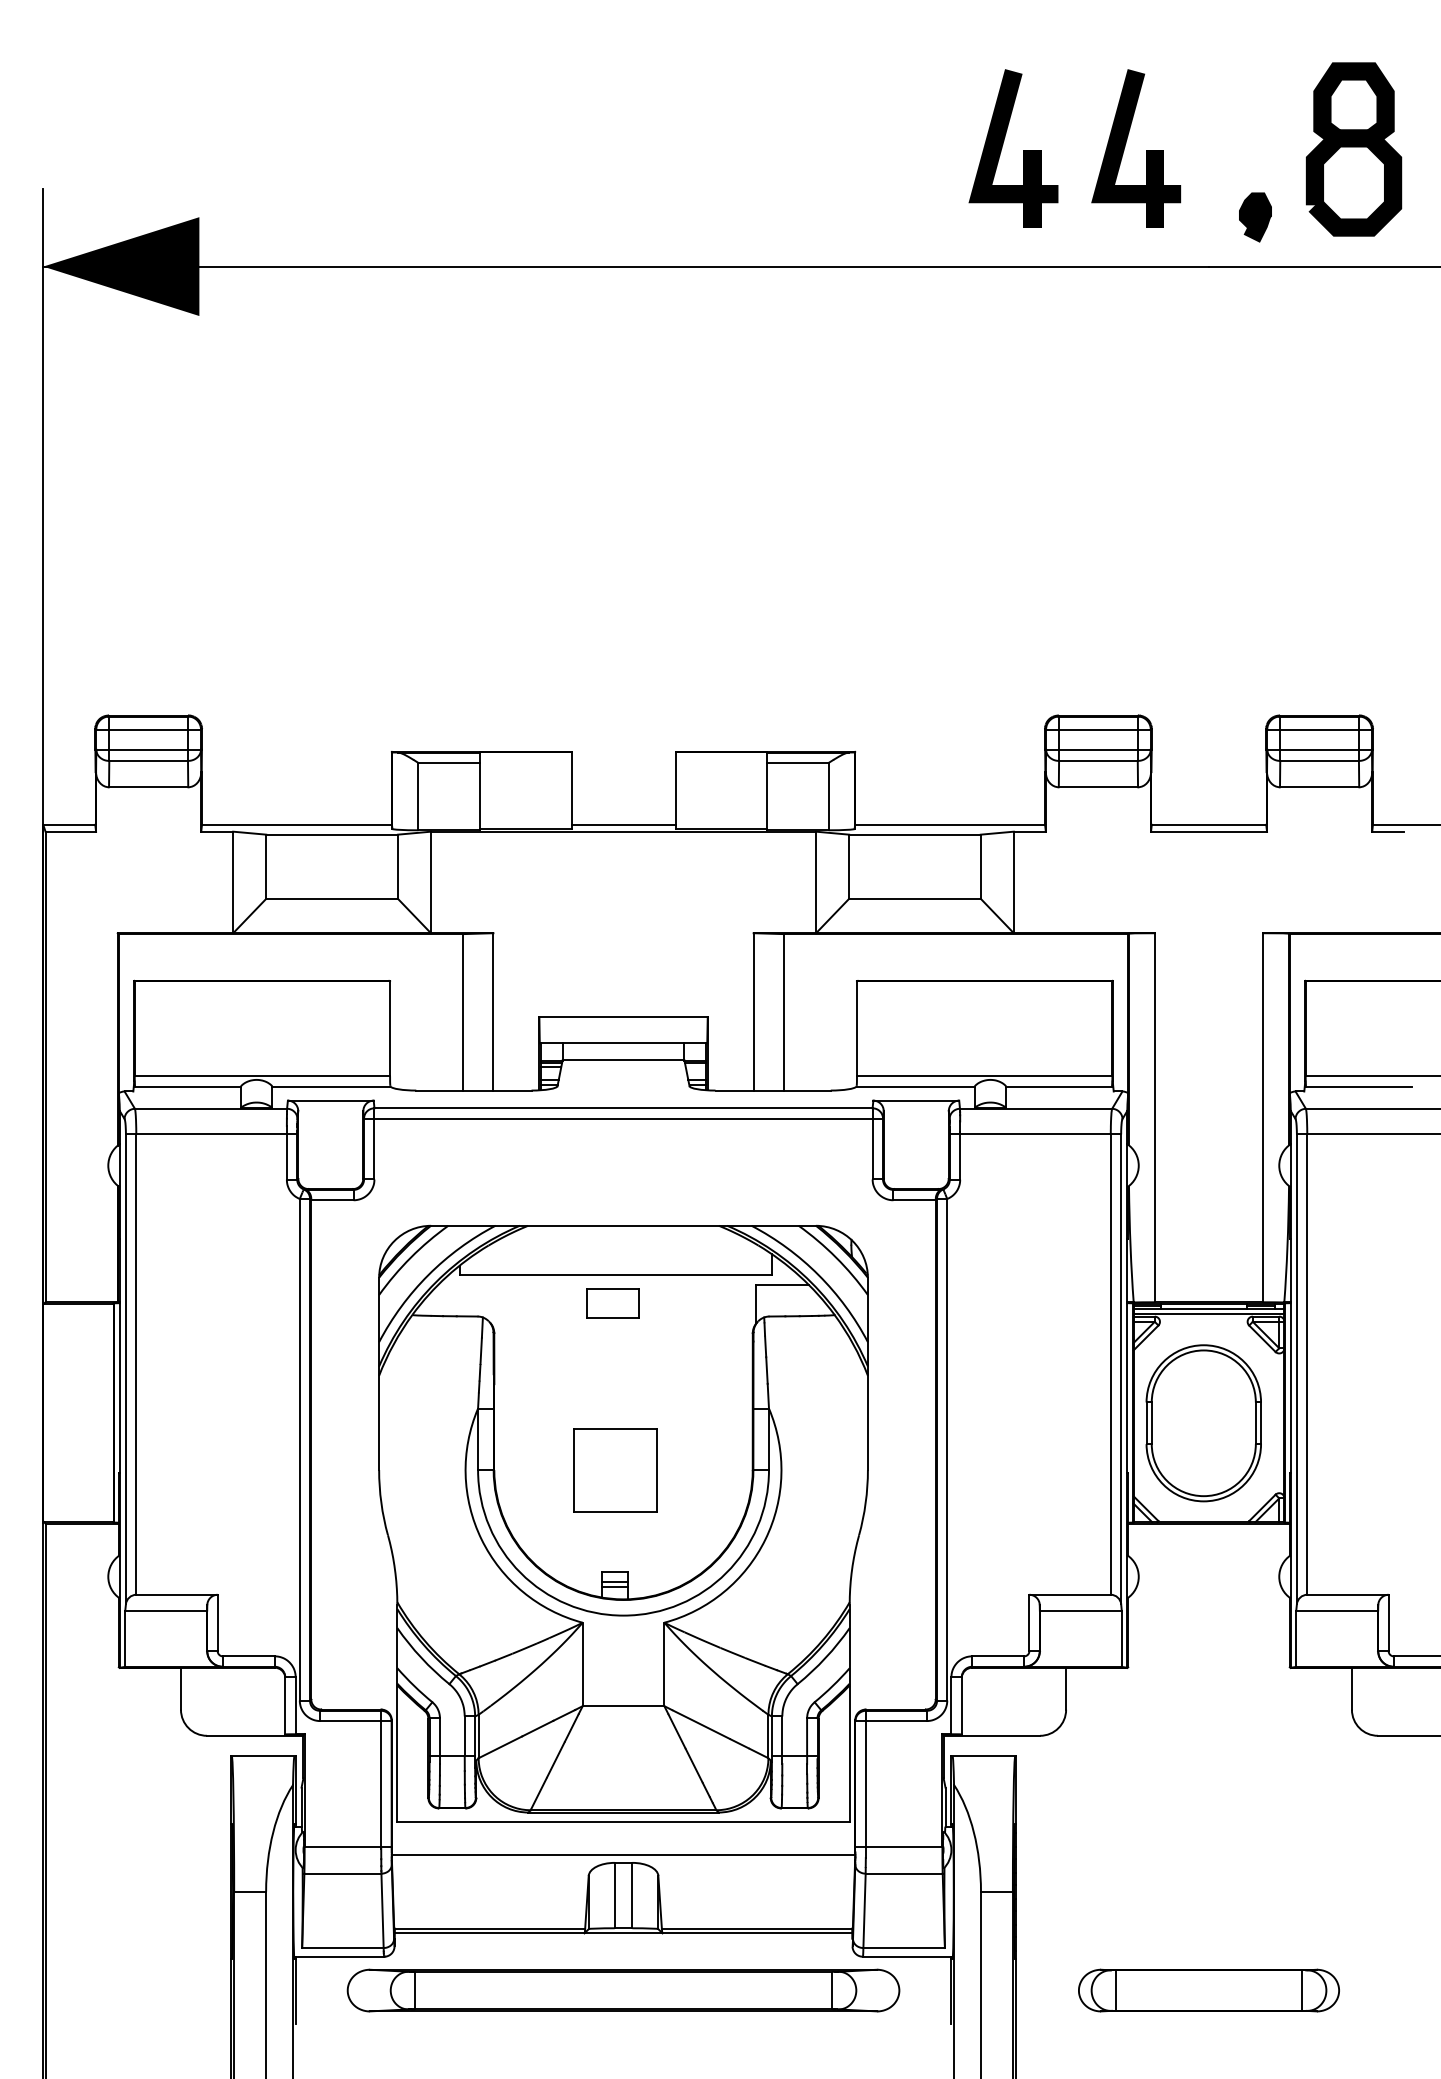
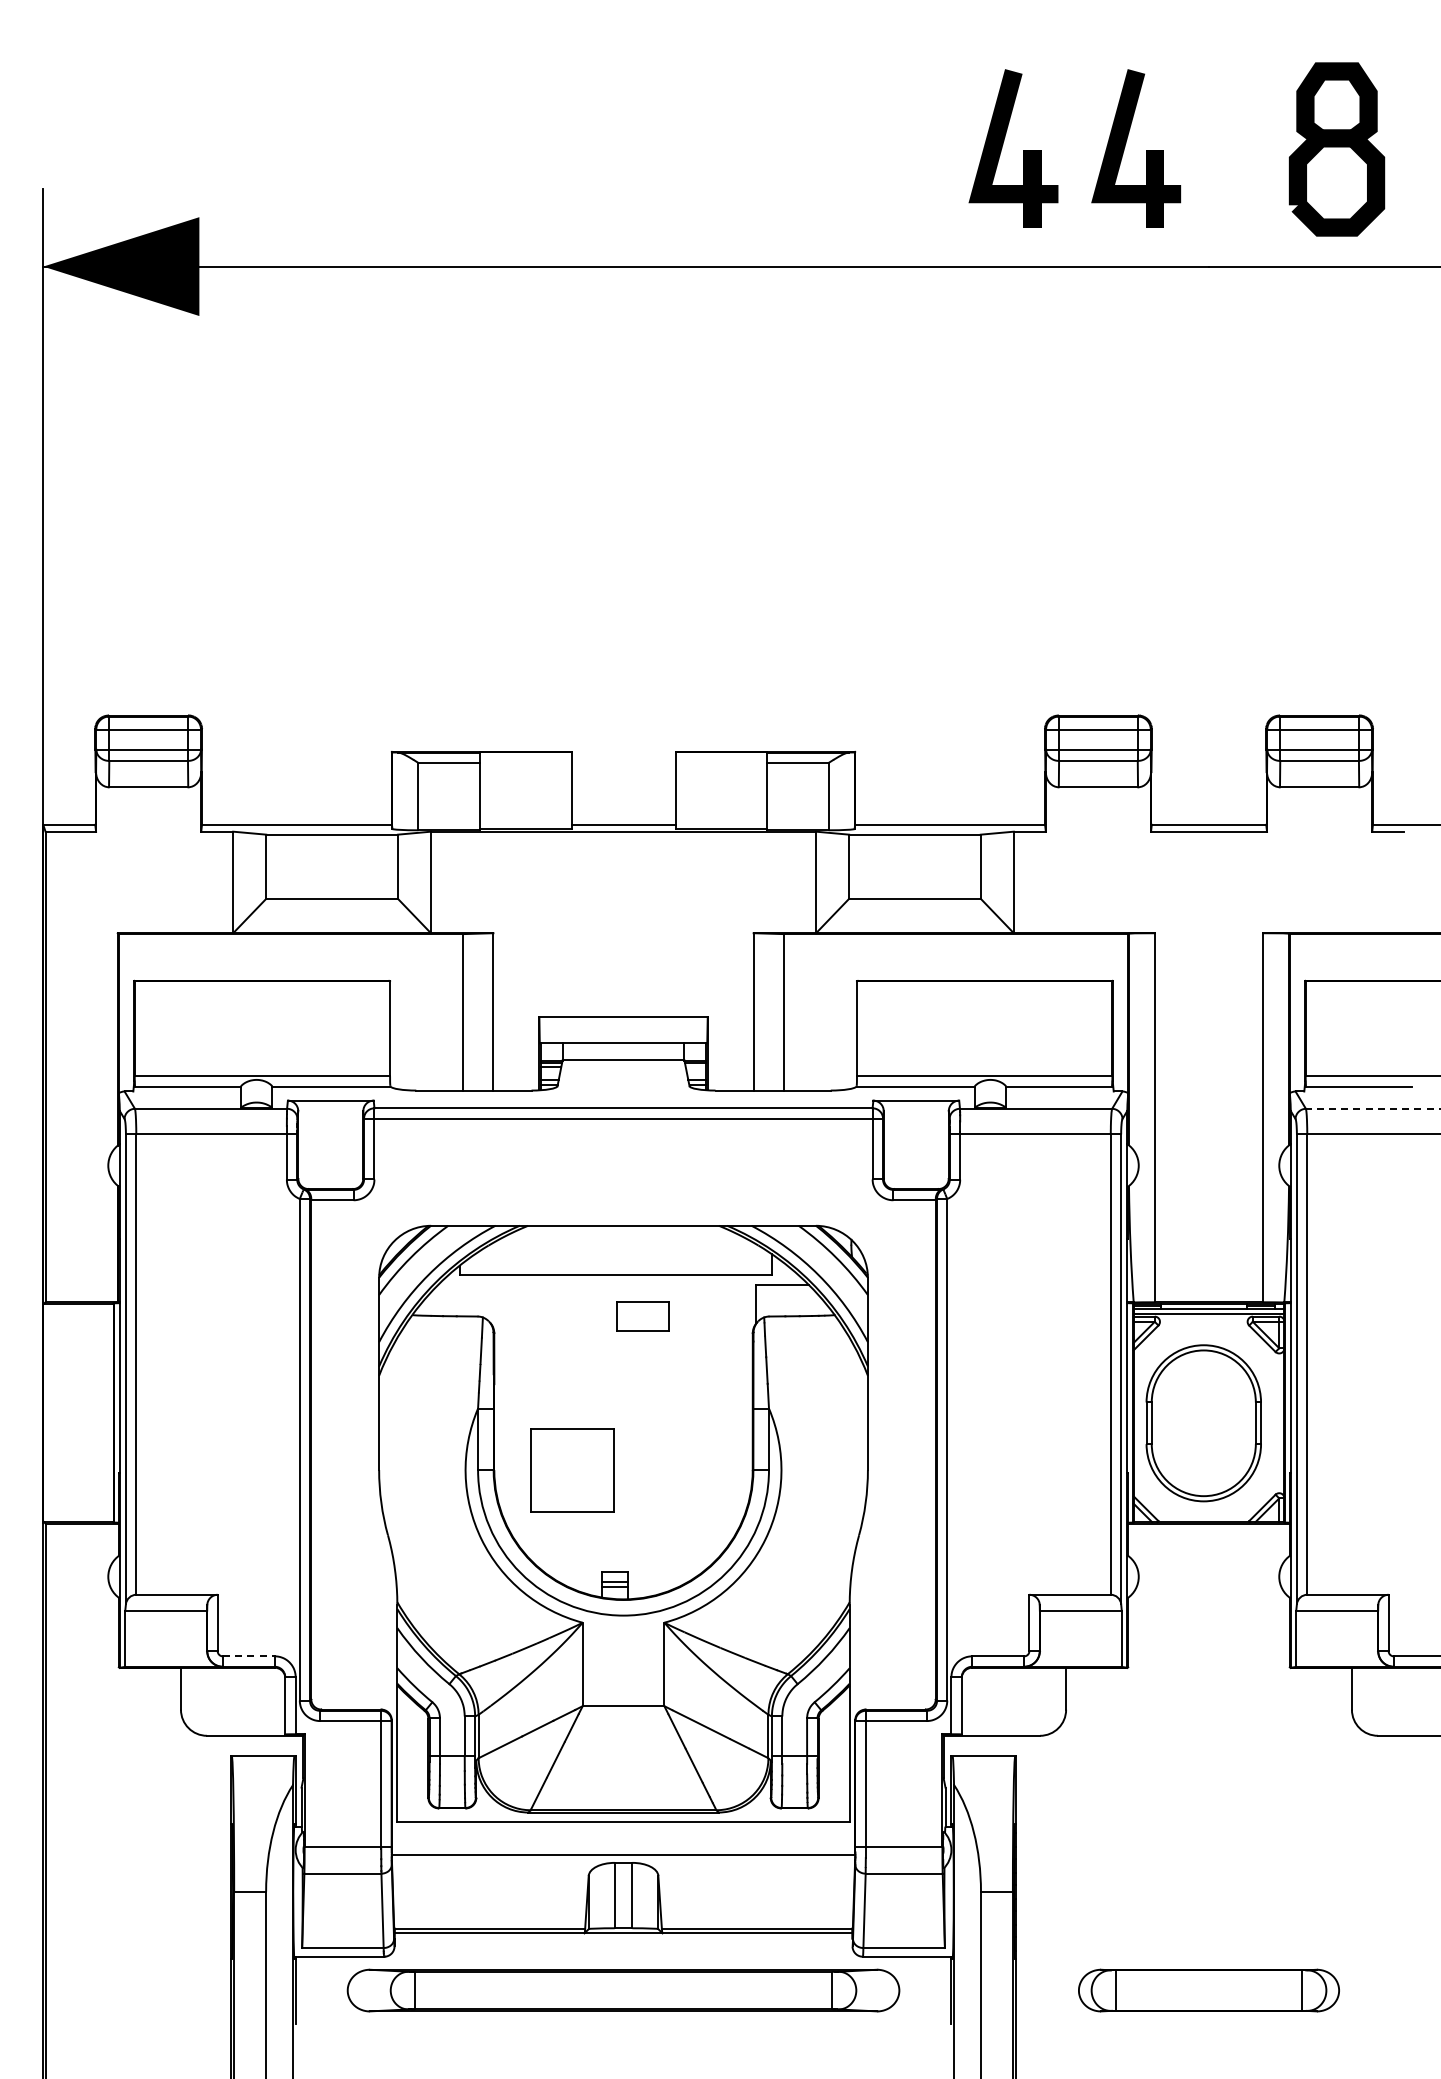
part at (1353, 149) position: (1353, 149) -> (1336, 149)
part at (1255, 217): present -> none
line at (1372, 1108): solid -> dashed
part at (612, 1303) position: (612, 1303) -> (642, 1316)
part at (615, 1470) position: (615, 1470) -> (572, 1470)
line at (248, 1656): solid -> dashed
